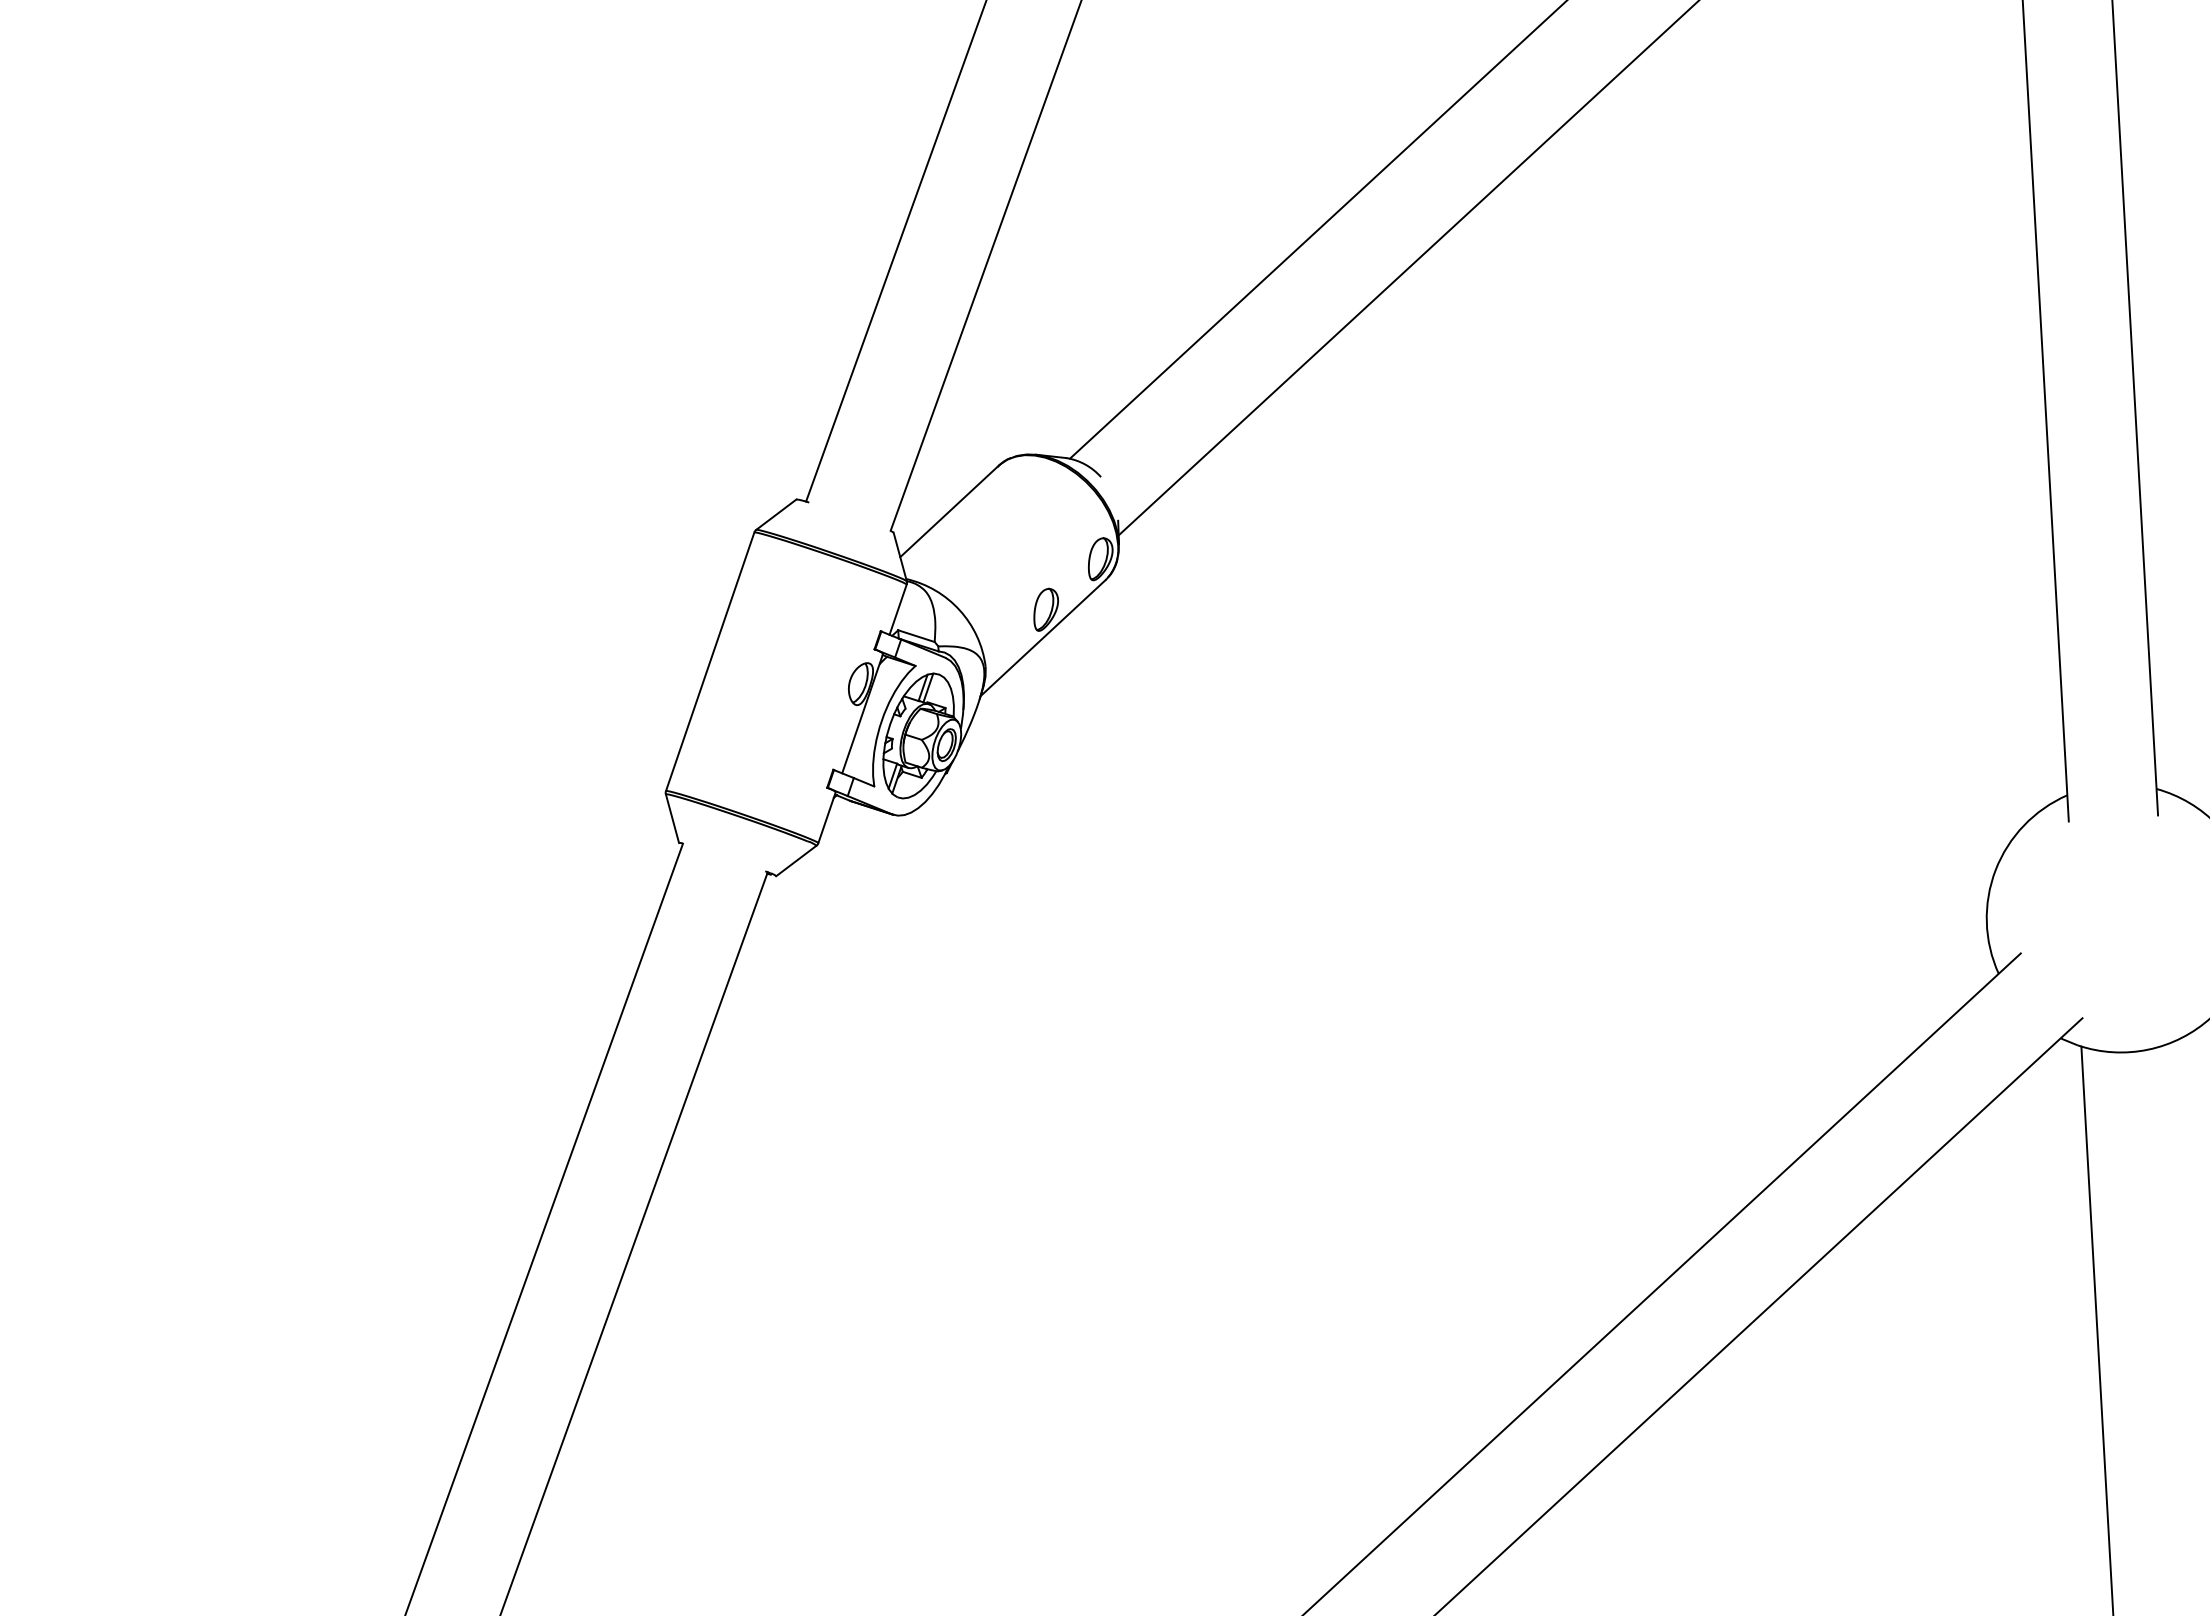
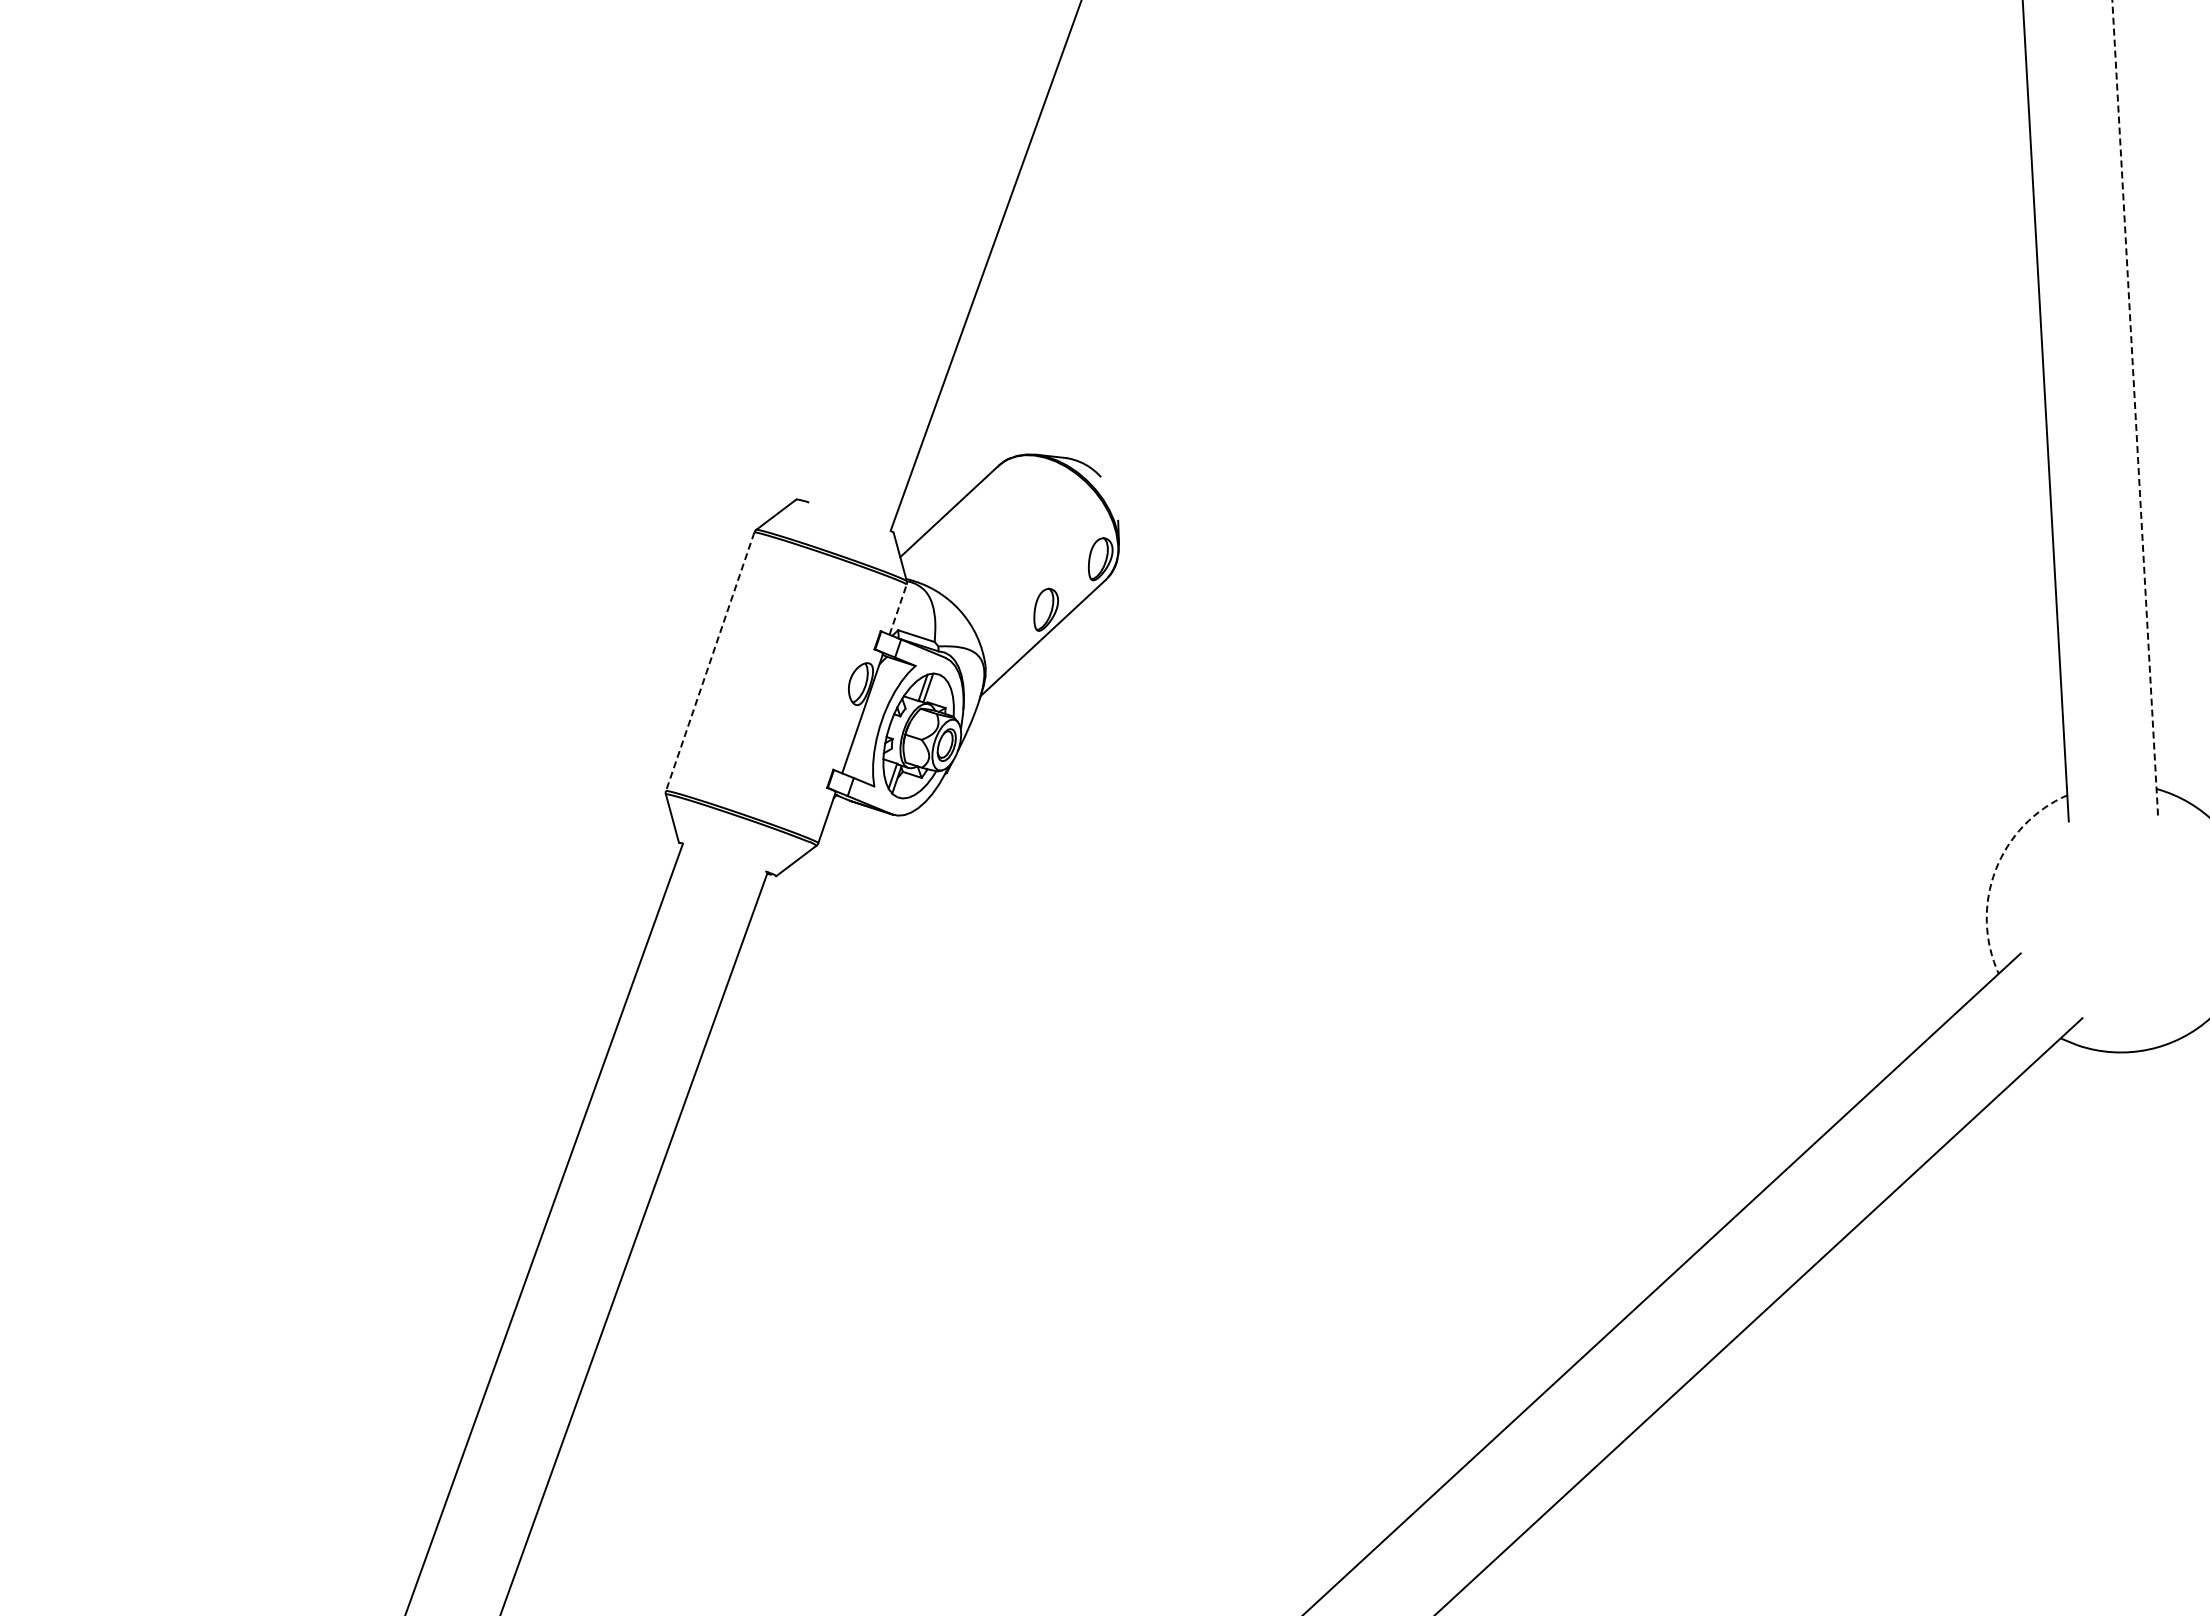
line at (1316, 230): present -> none
line at (895, 251): present -> none
line at (1407, 268): present -> none
line at (2135, 407): solid -> dashed
line at (898, 609): solid -> dashed
line at (710, 661): solid -> dashed
arc at (1995, 870): solid -> dashed
line at (2097, 1329): present -> none
